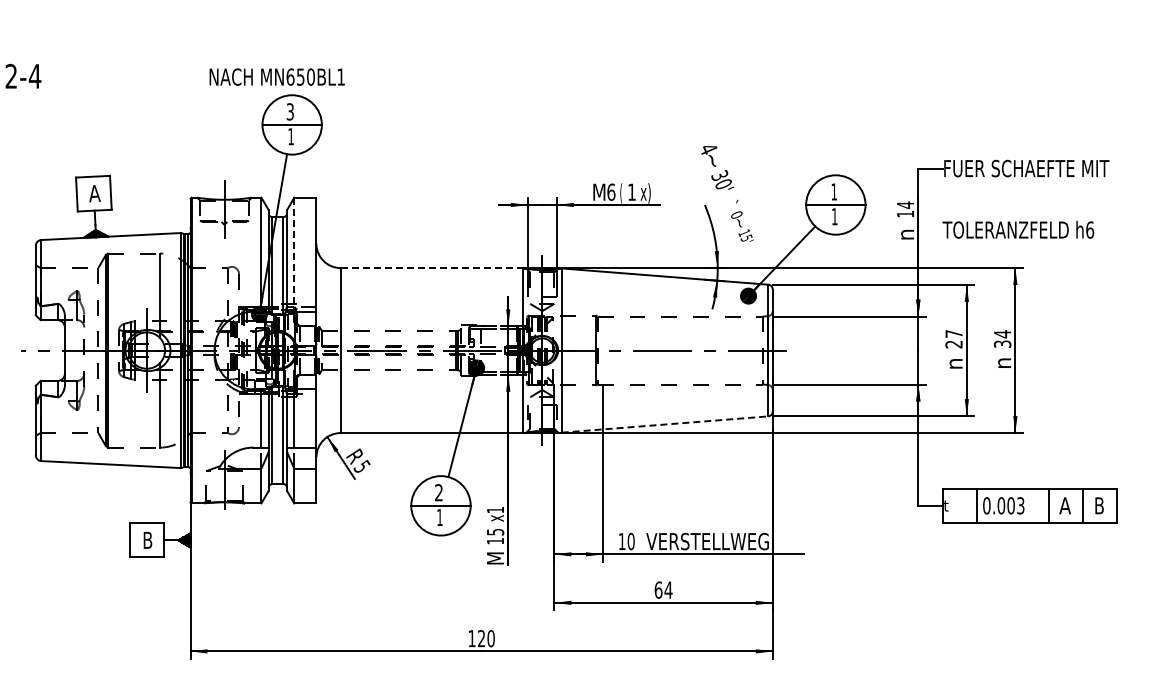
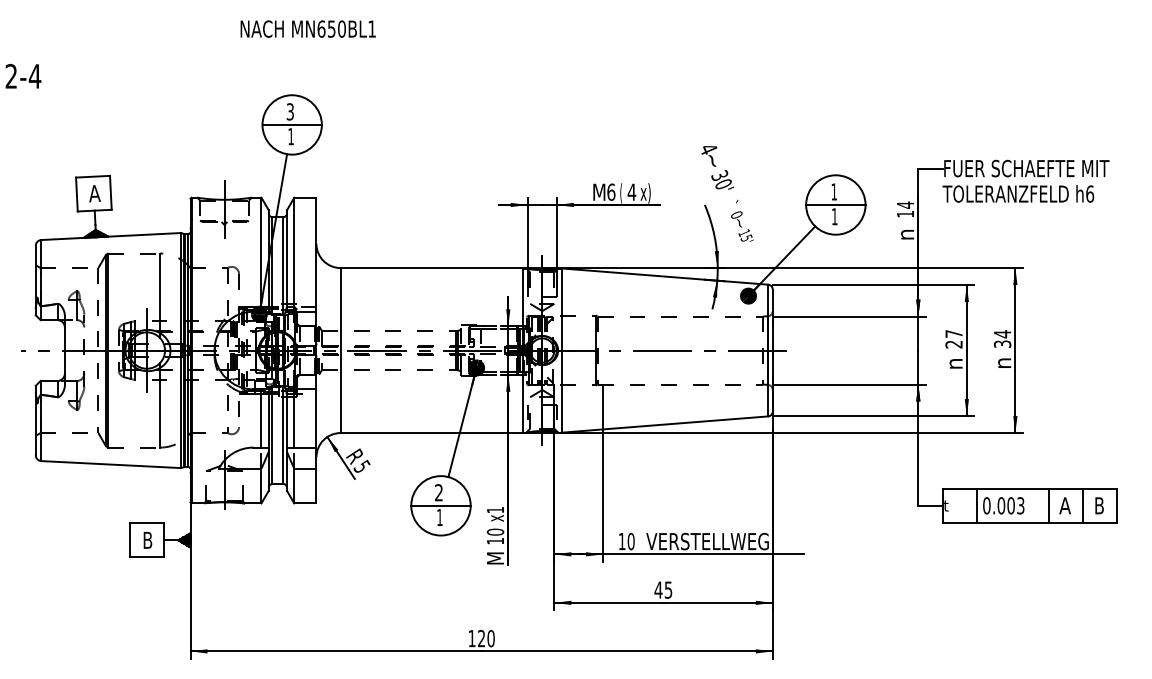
text at (276, 76) position: (276, 76) -> (307, 28)
text at (631, 191): 1 -> 4
text at (1018, 229) position: (1018, 229) -> (1018, 193)
line at (294, 255): dashed -> solid
line at (432, 268): dashed -> solid
line at (665, 424): dashed -> solid
text at (495, 531): 15 -> 10
text at (663, 589): 64 -> 45
